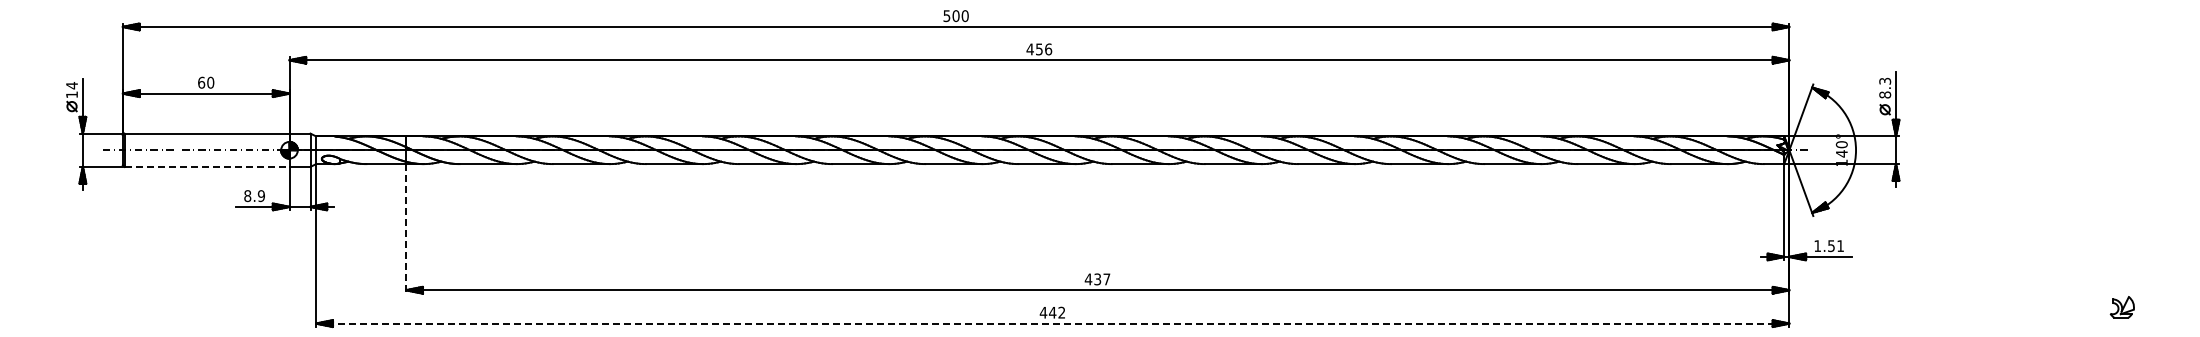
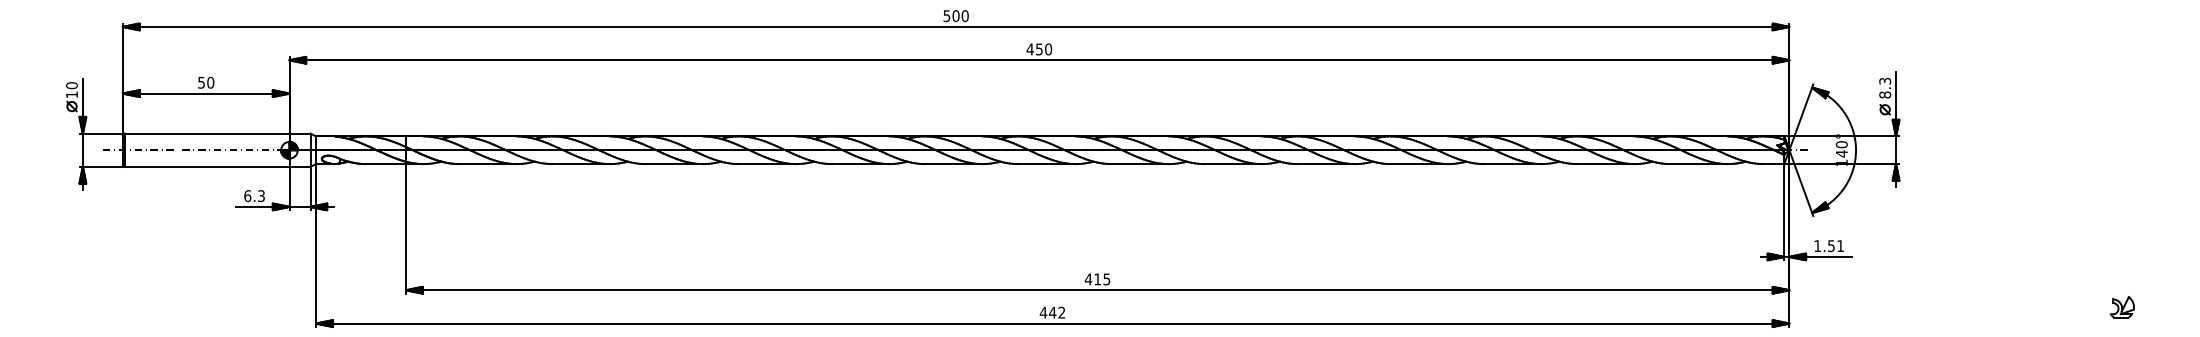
text at (1048, 48): 456 -> 450
text at (201, 82): 60 -> 50
text at (71, 85): 14 -> 10
line at (207, 166): dashed -> solid
text at (254, 195): 8.9 -> 6.3
line at (406, 228): dashed -> solid
text at (1102, 279): 437 -> 415
line at (1052, 323): dashed -> solid
